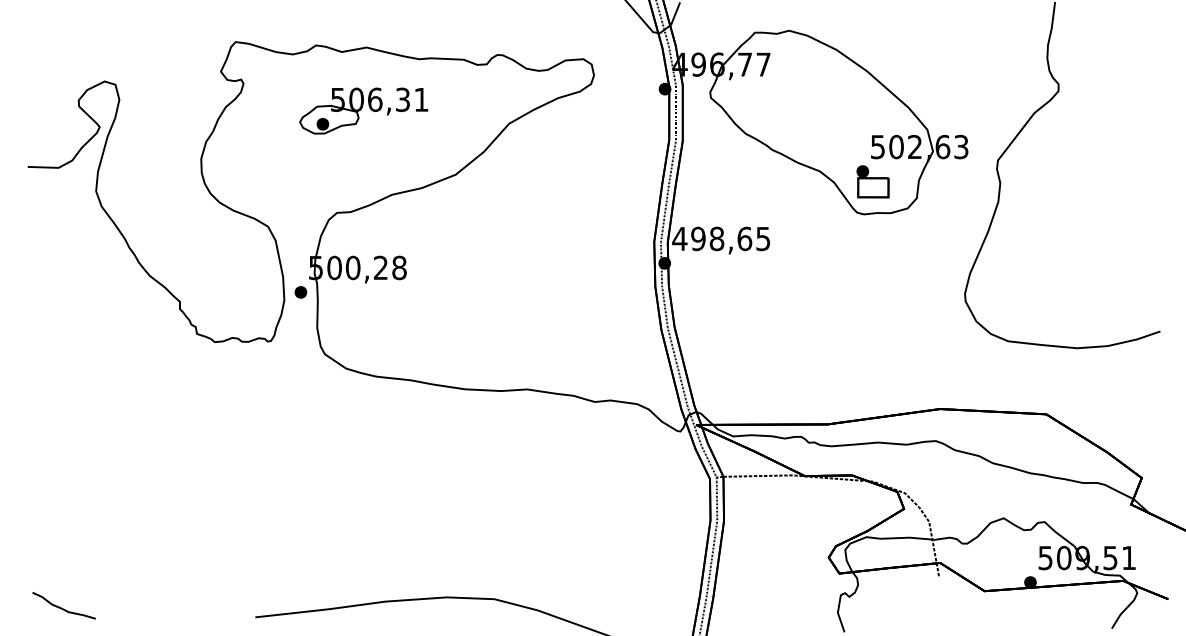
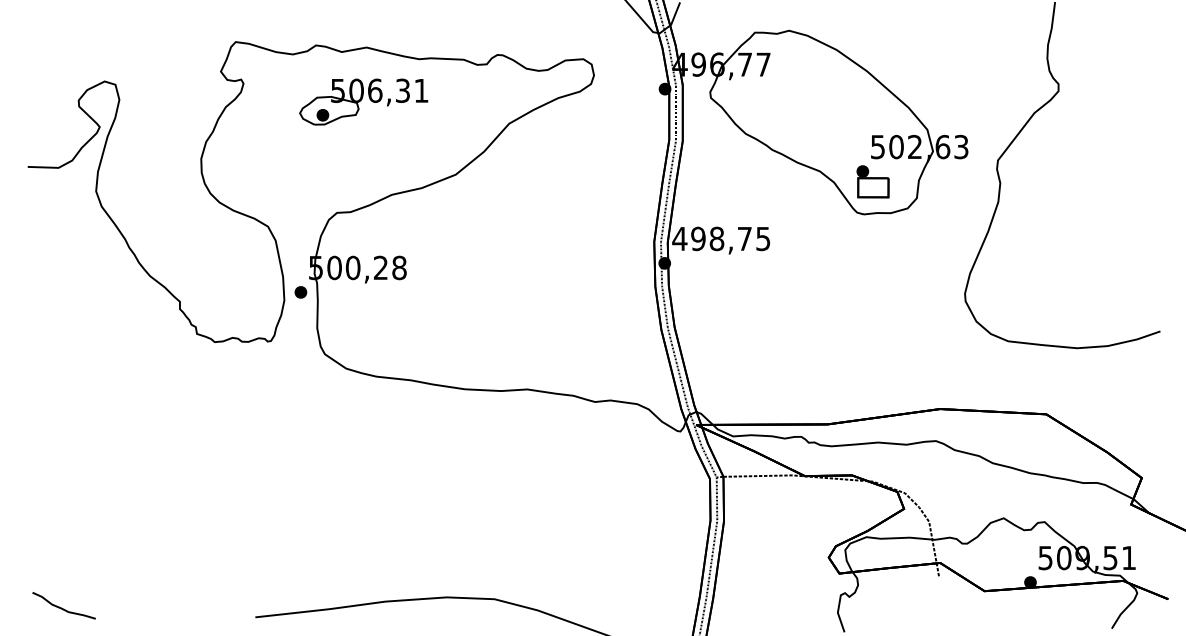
part at (363, 110) position: (363, 110) -> (363, 101)
text at (744, 238): 498,65 -> 498,75
